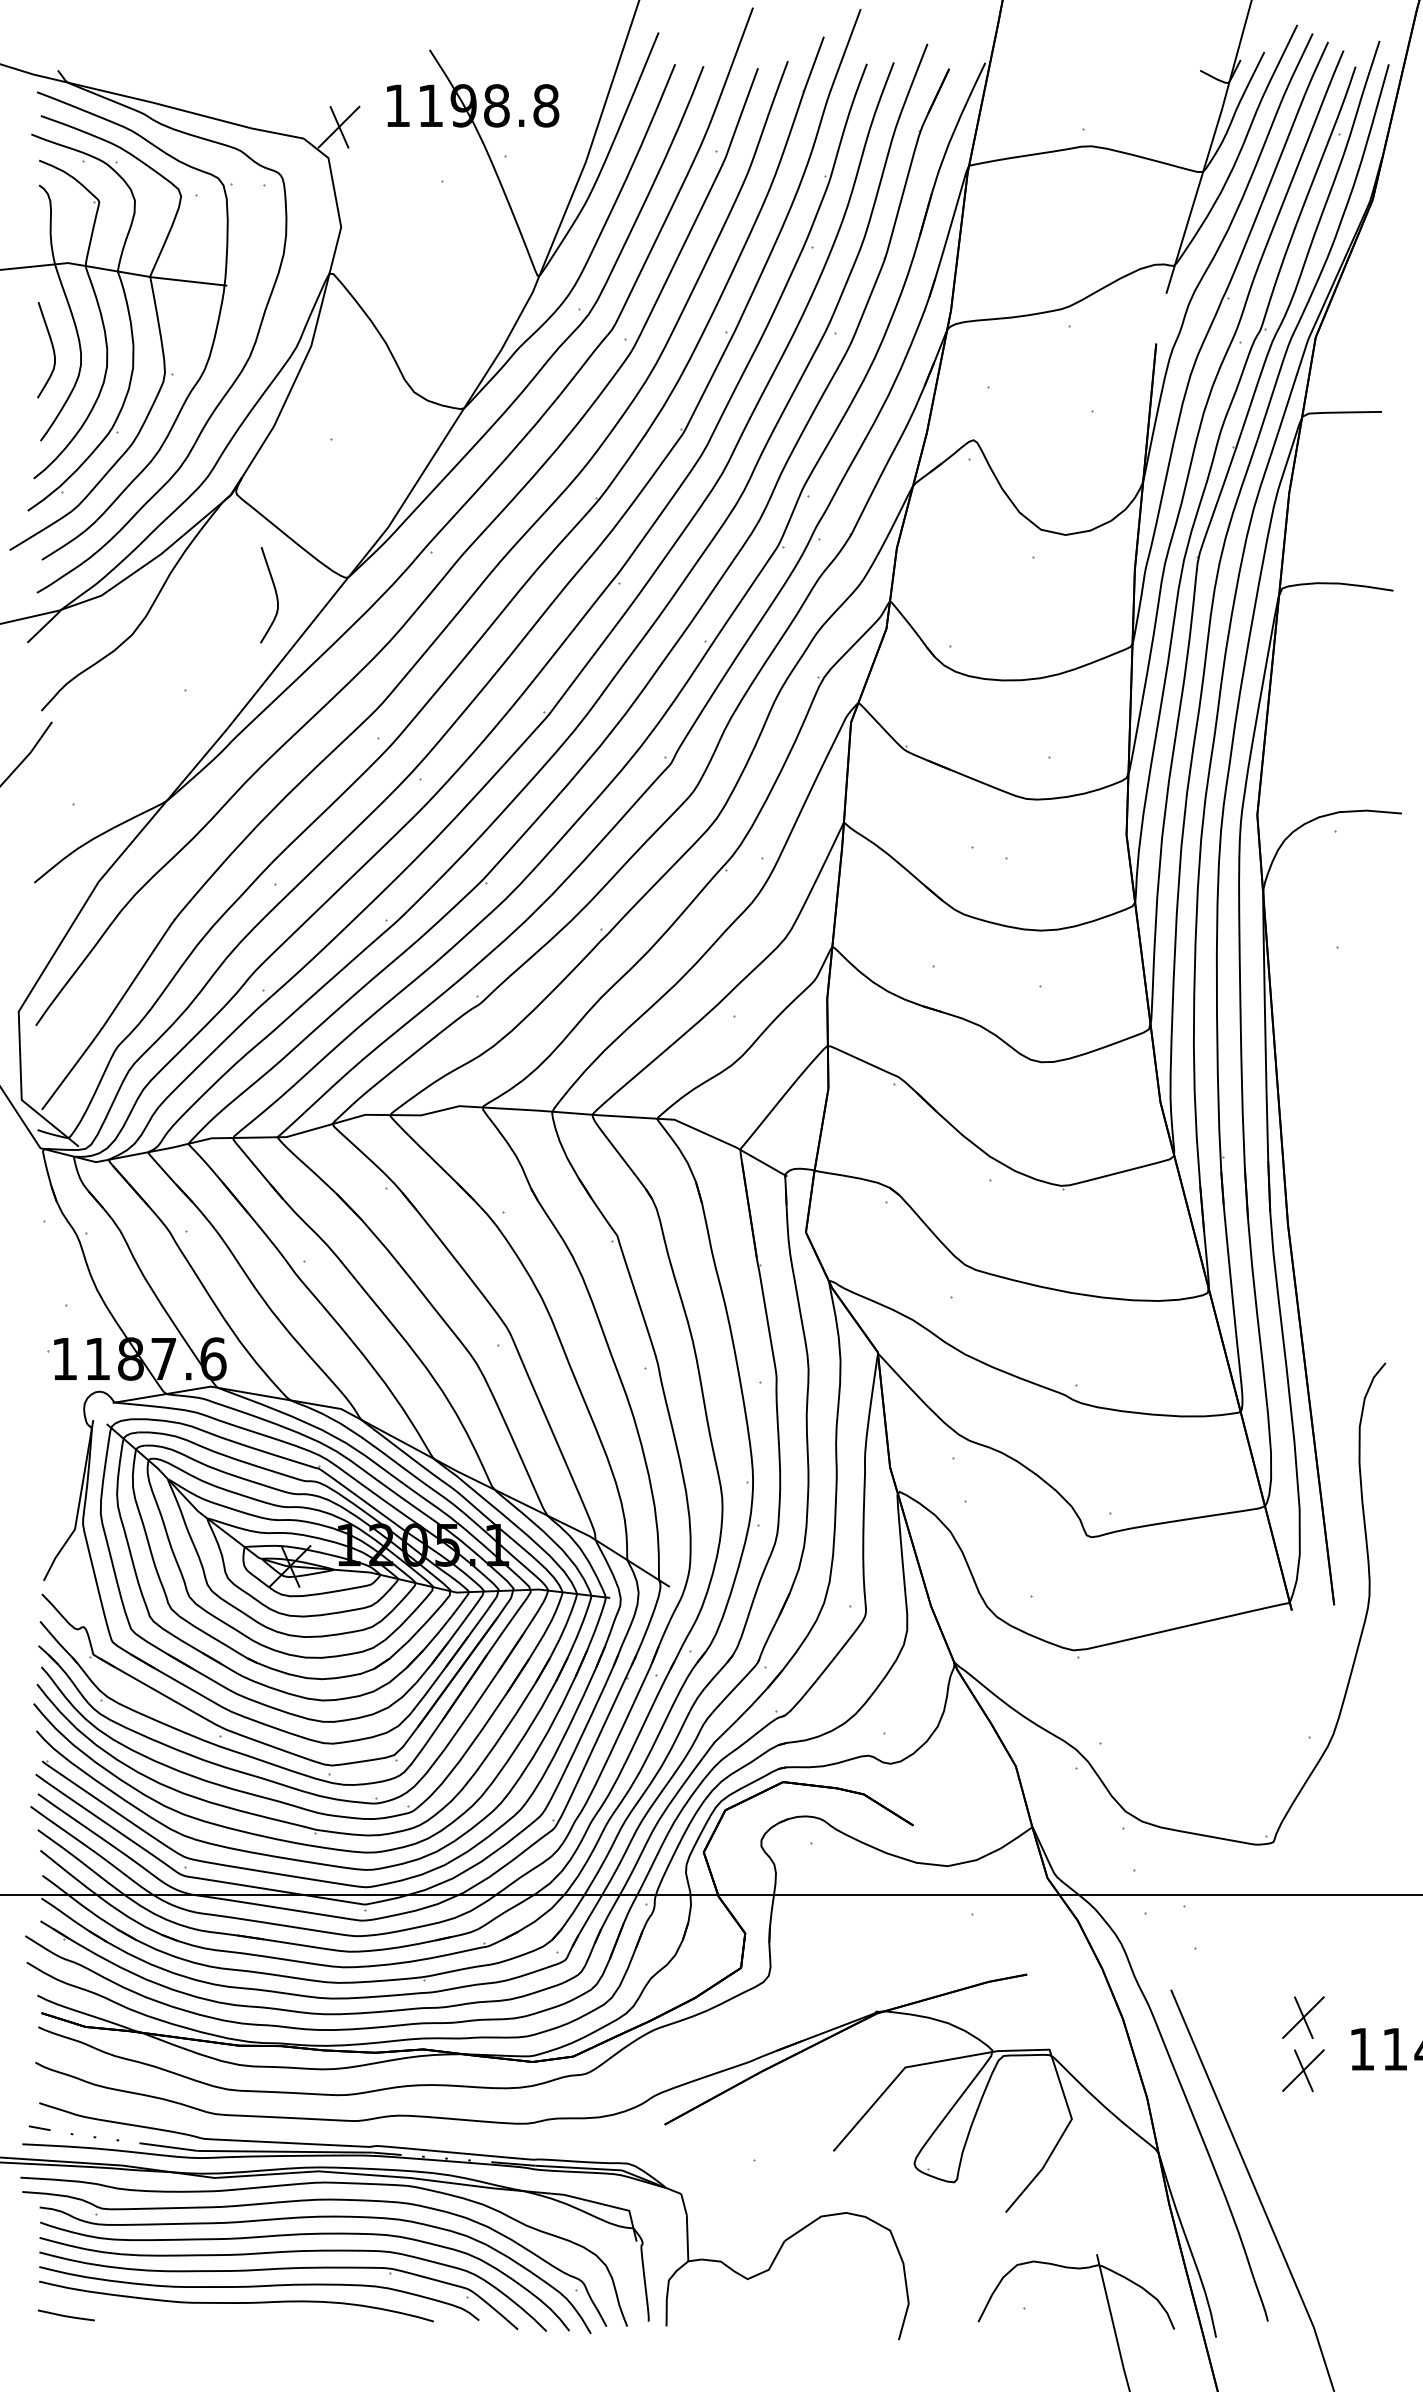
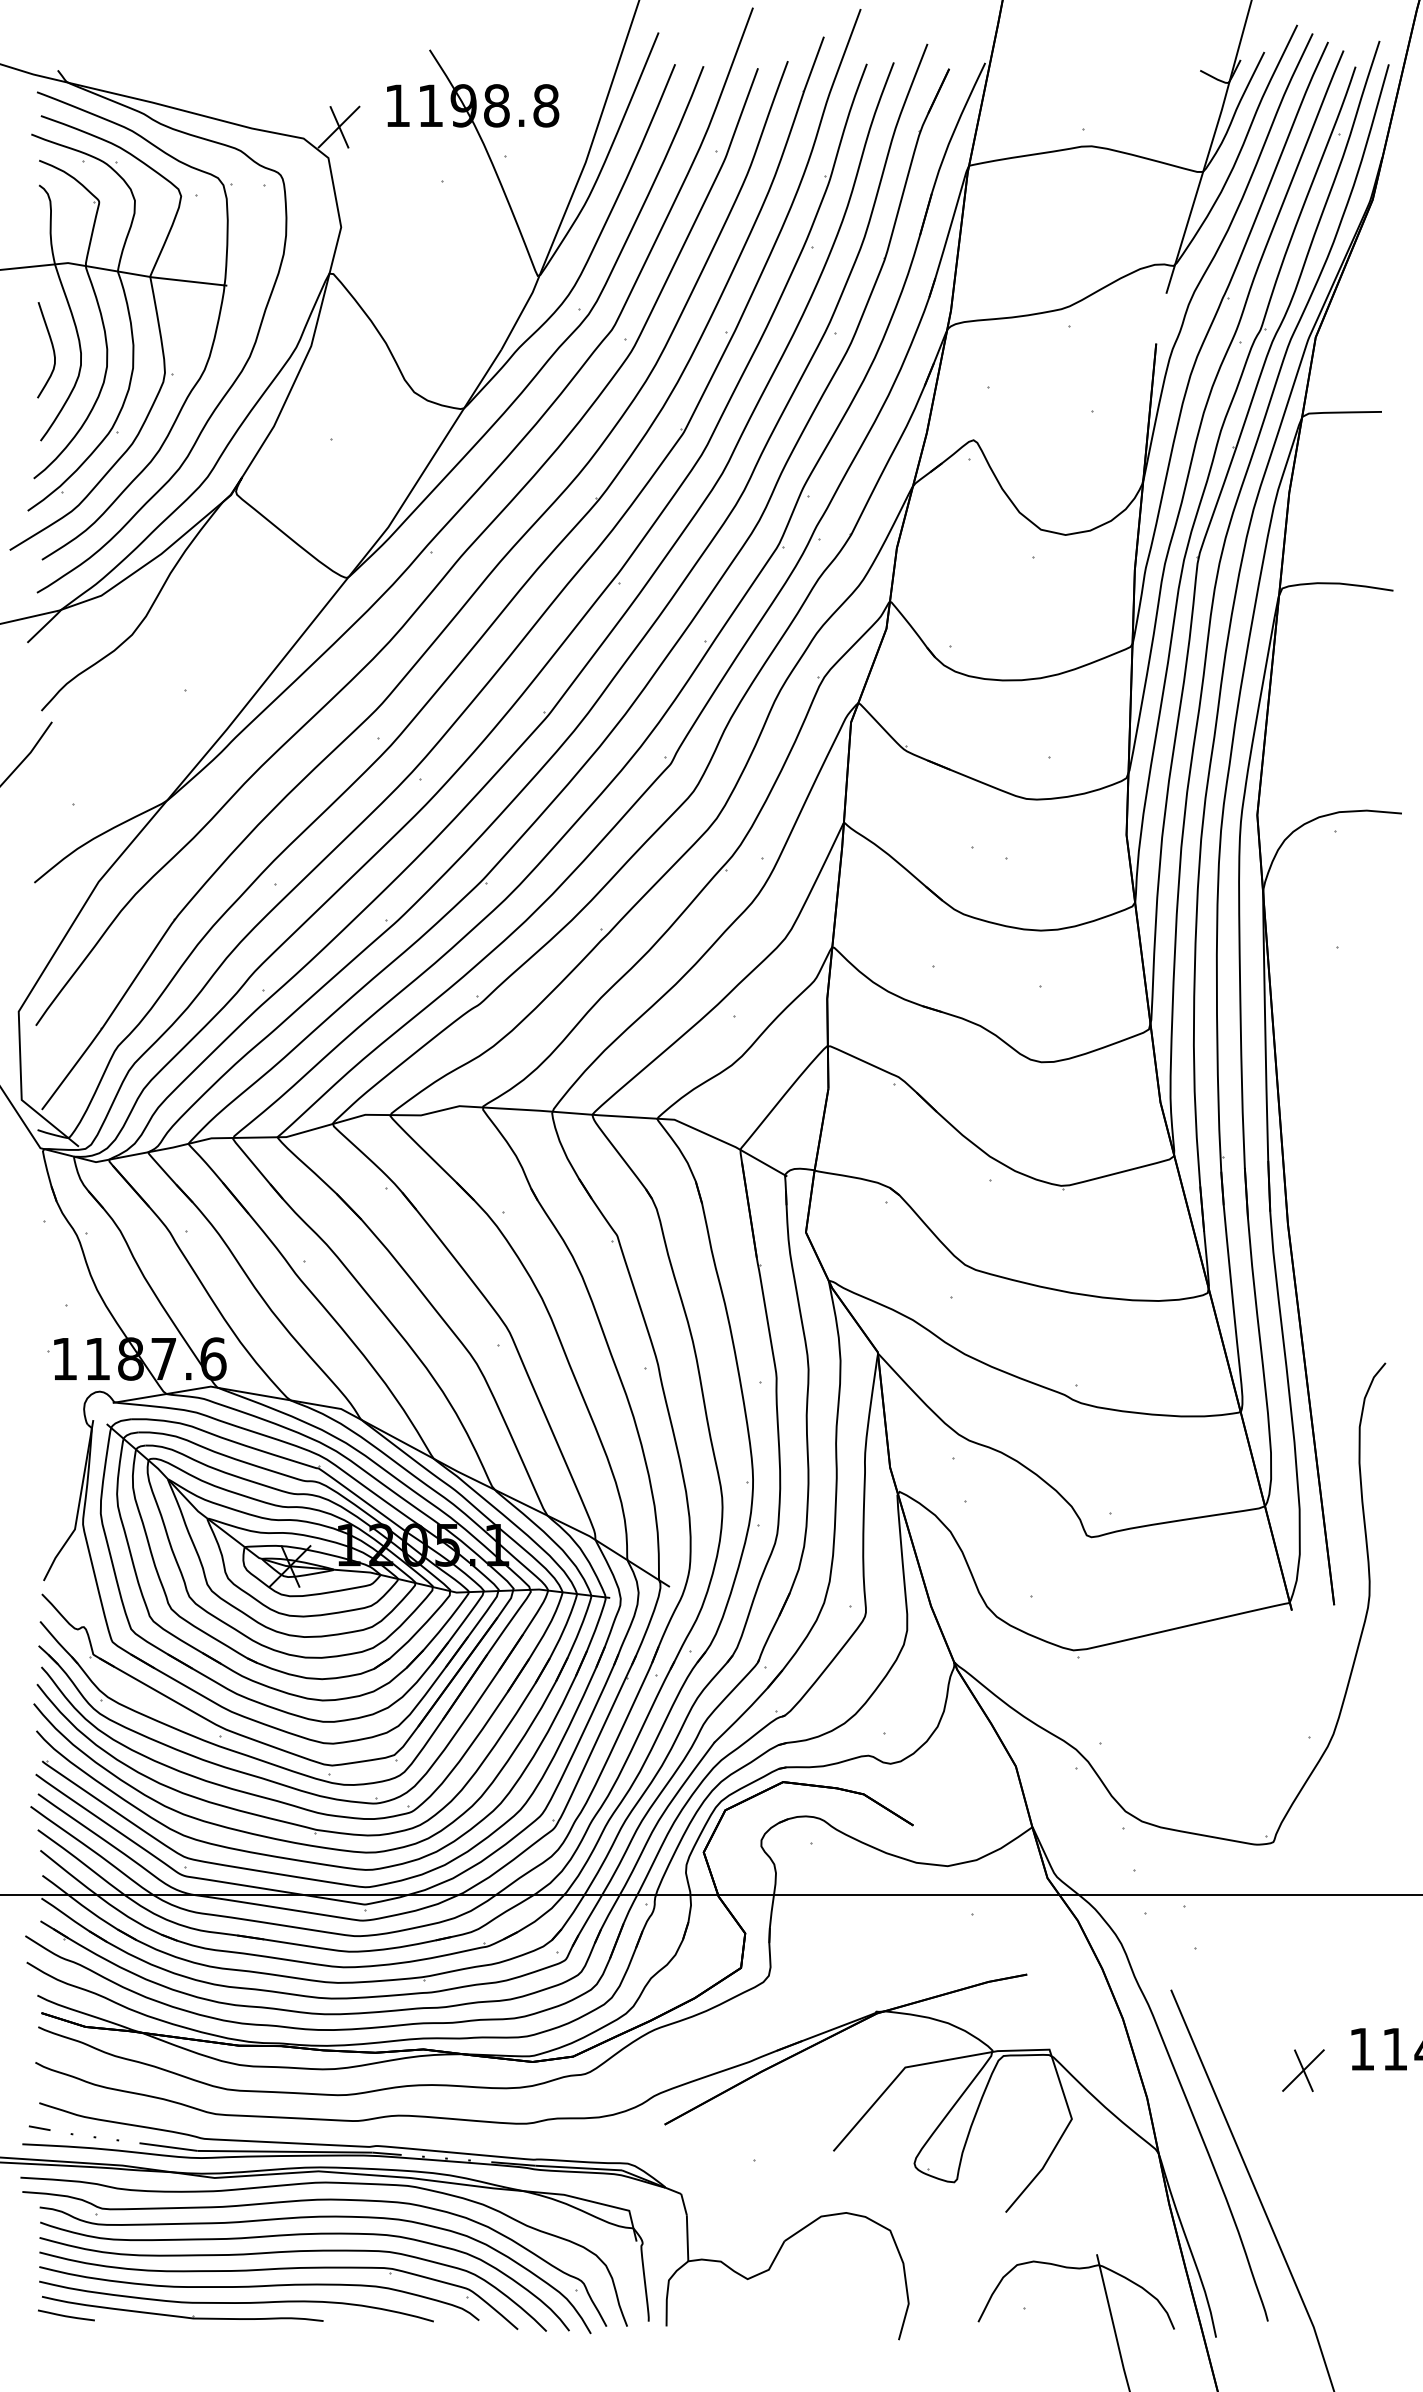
curve at (275, 594): present -> none
part at (1303, 2017): present -> none
part at (179, 2315): none -> present
